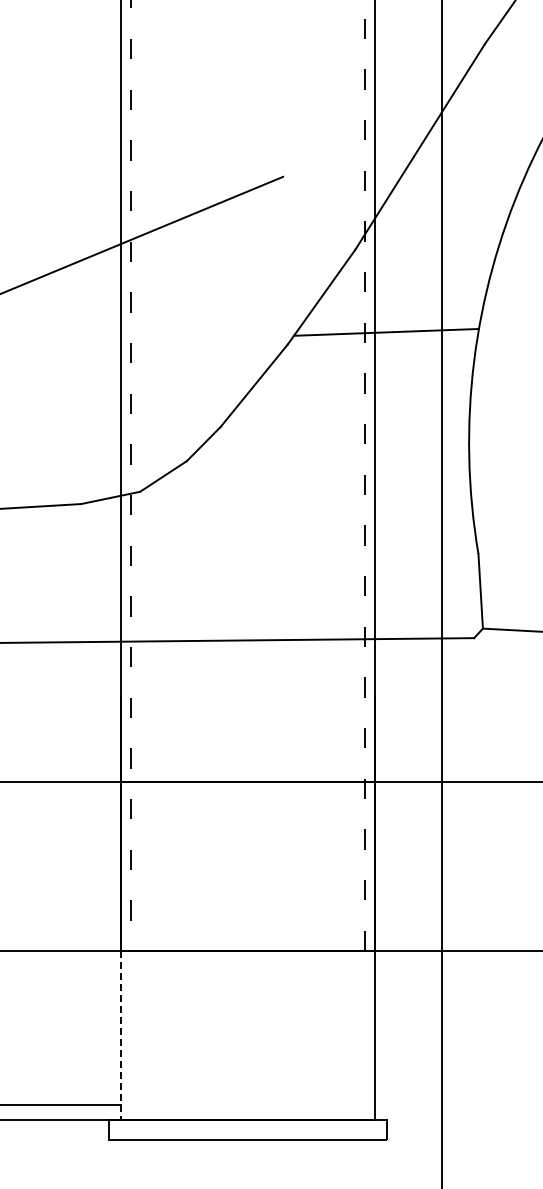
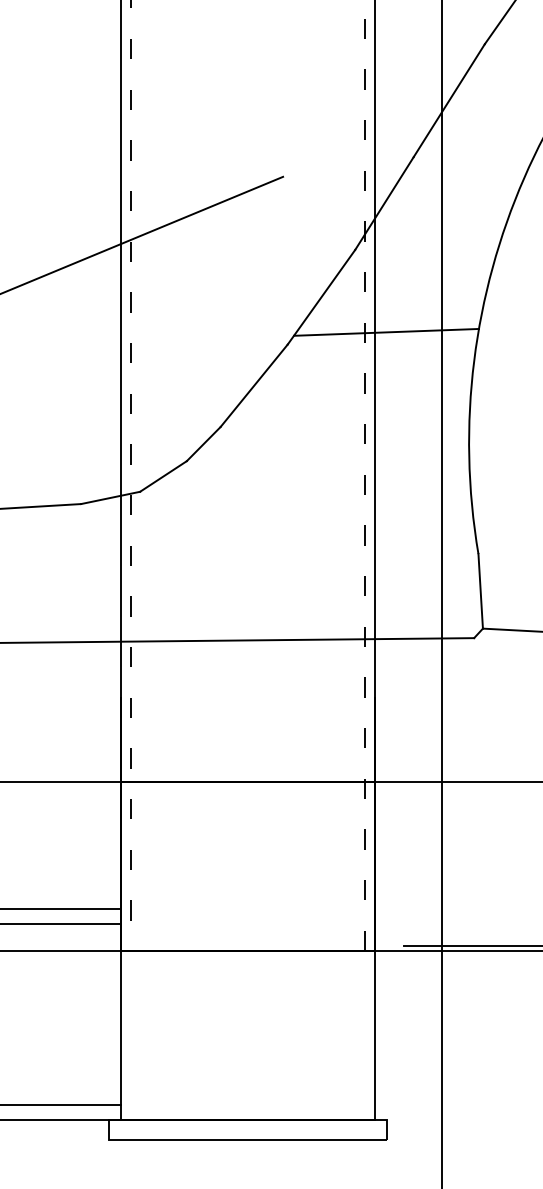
line at (61, 908): none -> present
line at (61, 924): none -> present
line at (471, 945): none -> present
line at (121, 1035): dashed -> solid
